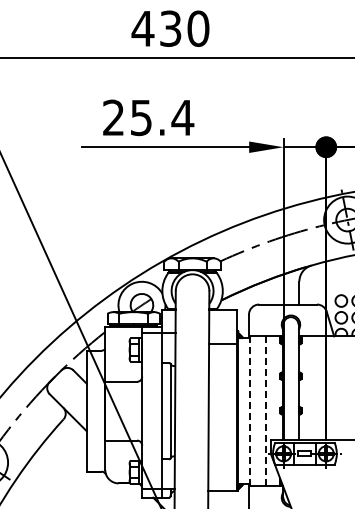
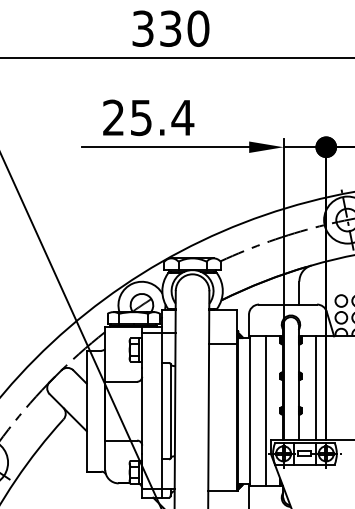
text at (142, 28): 430 -> 330
line at (316, 388): none -> present
line at (249, 411): dashed -> solid
line at (265, 411): dashed -> solid
